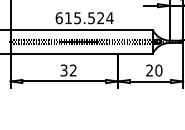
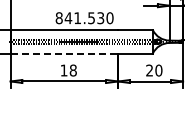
text at (84, 18): 615.524 -> 841.530
line at (65, 53): solid -> dashed
text at (68, 70): 32 -> 18
